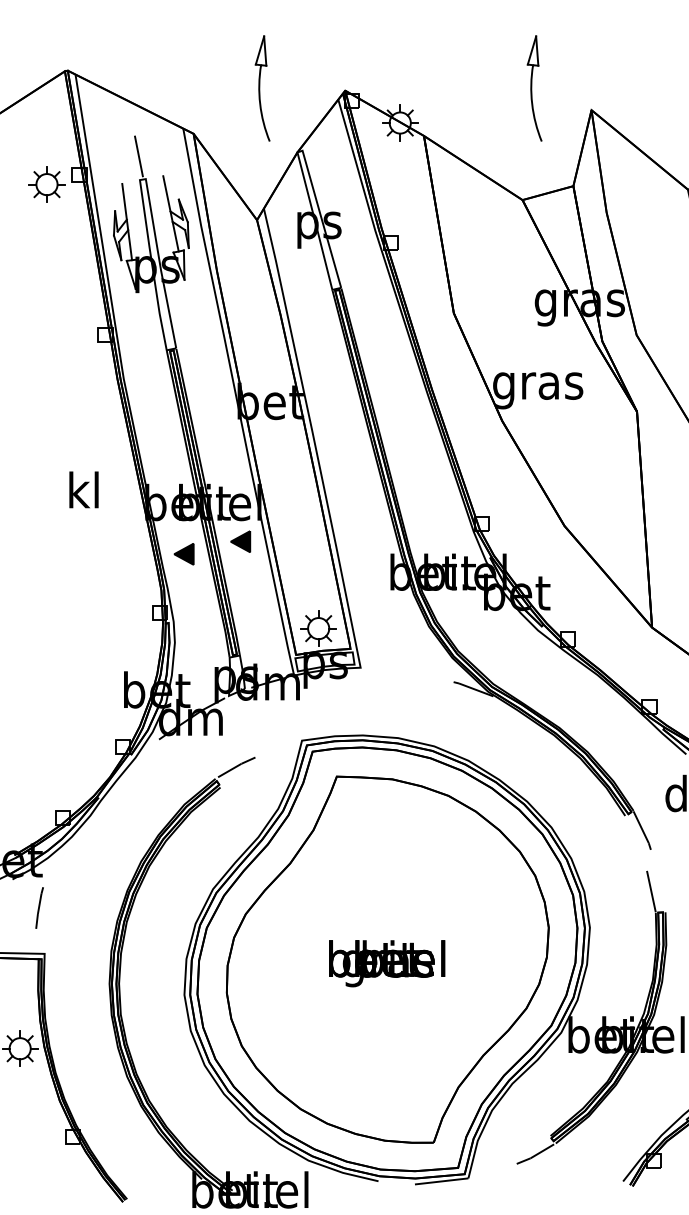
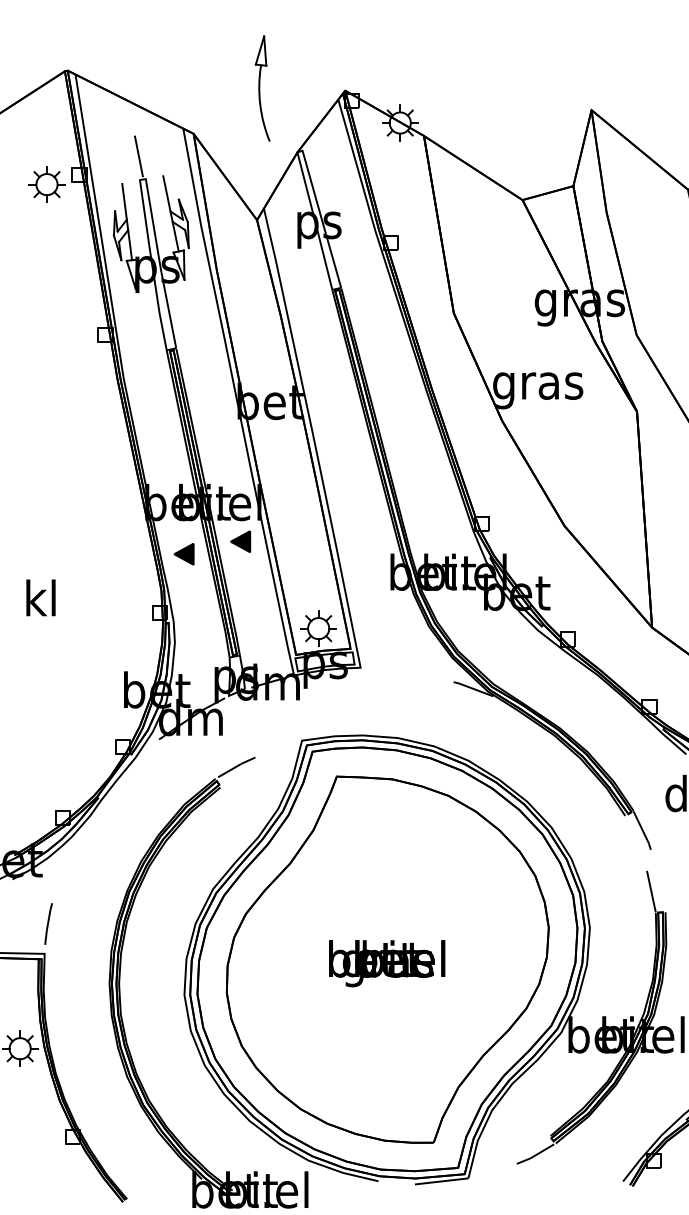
part at (534, 88): present -> none
text at (83, 489) position: (83, 489) -> (40, 597)
line at (39, 907) position: (39, 907) -> (48, 923)
